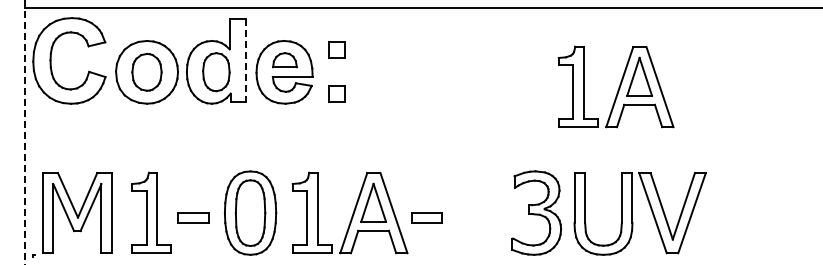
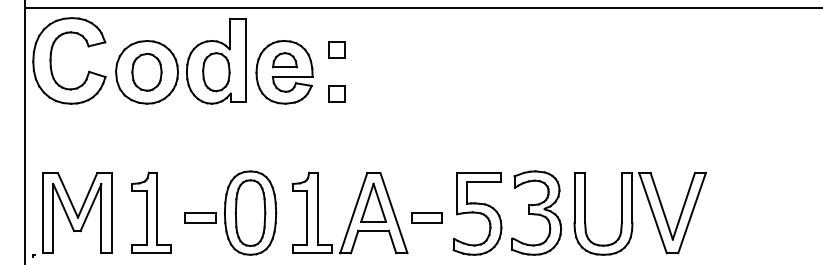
line at (245, 61): dashed -> solid
part at (615, 86): present -> none
line at (24, 136): dashed -> solid
part at (477, 213): none -> present
part at (193, 217) position: (193, 217) -> (200, 217)
